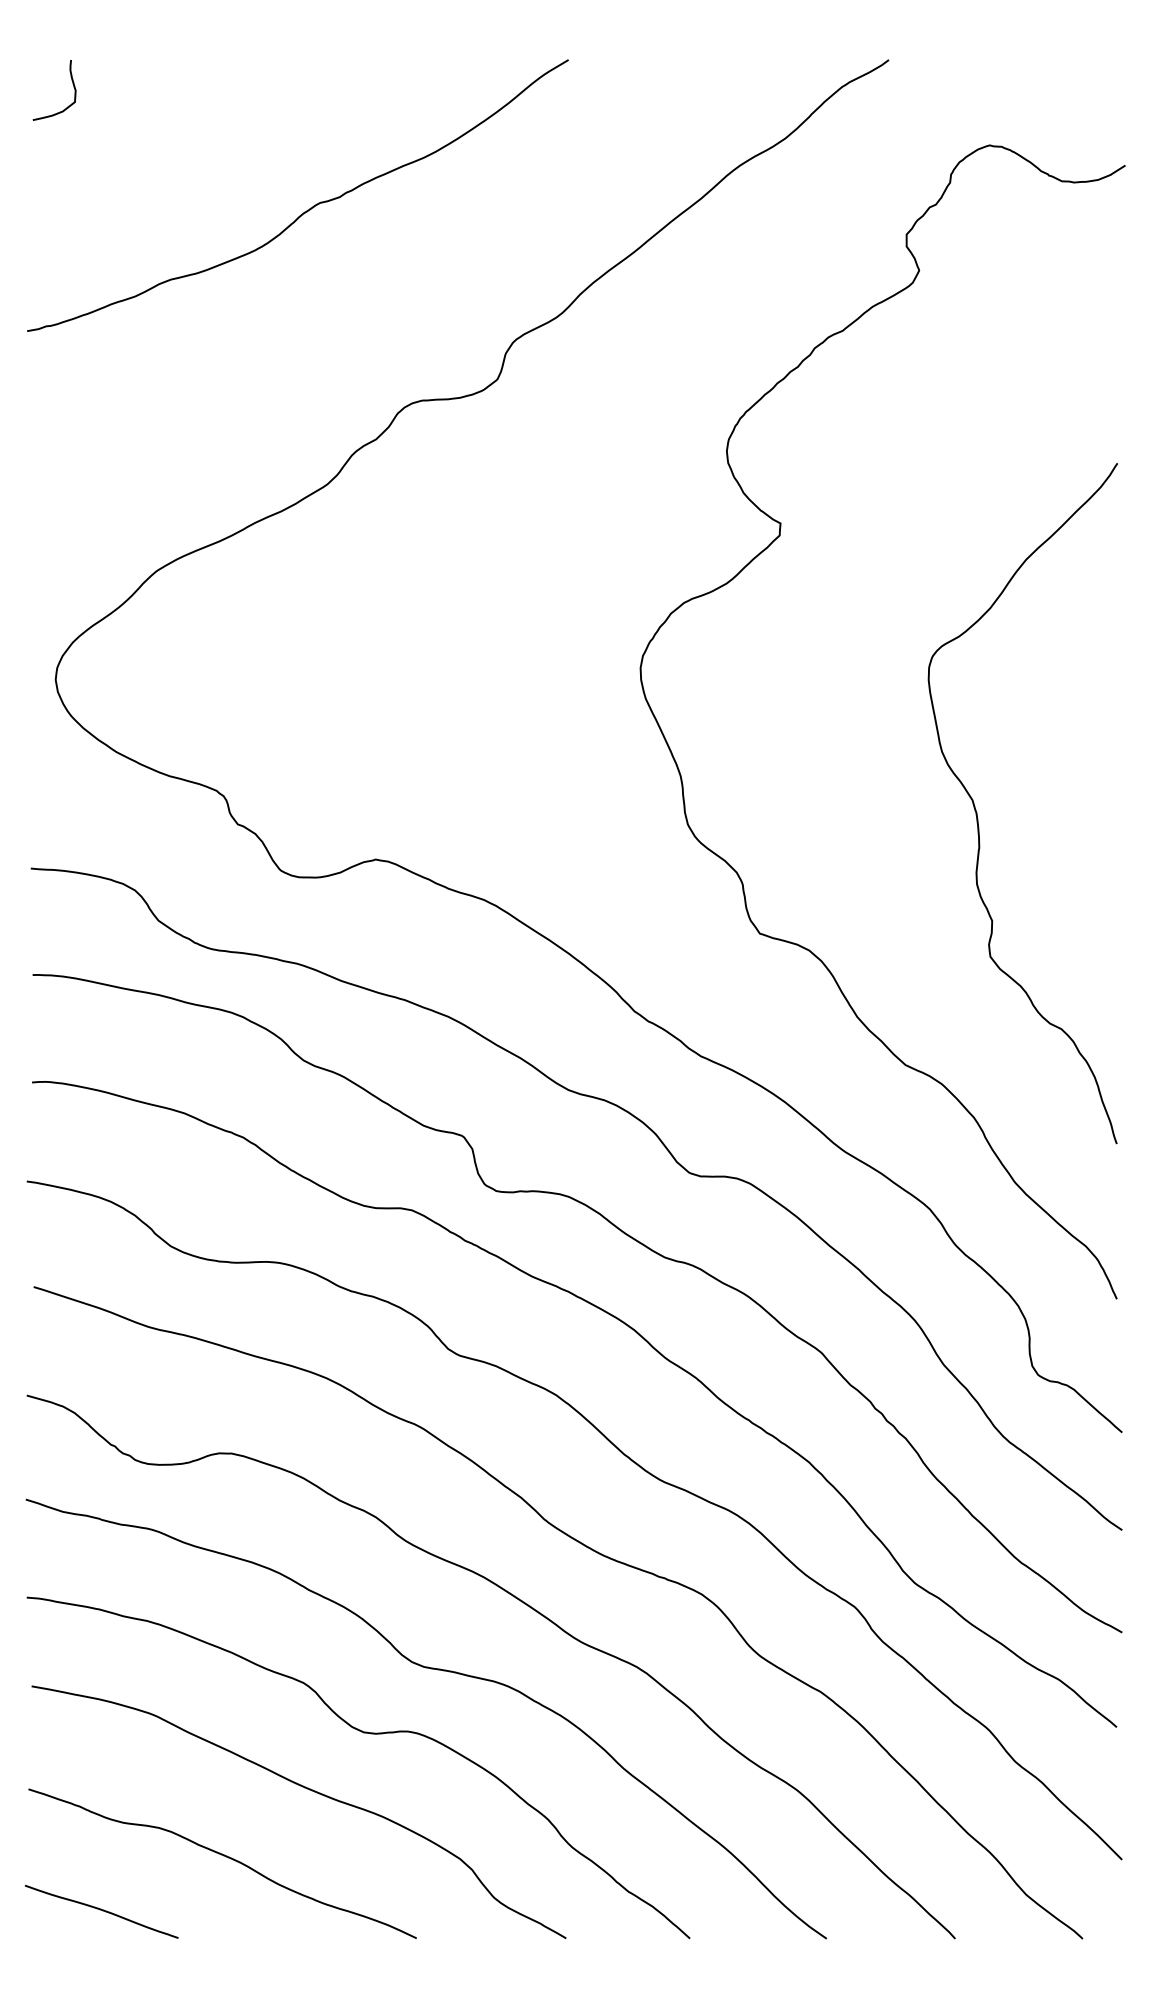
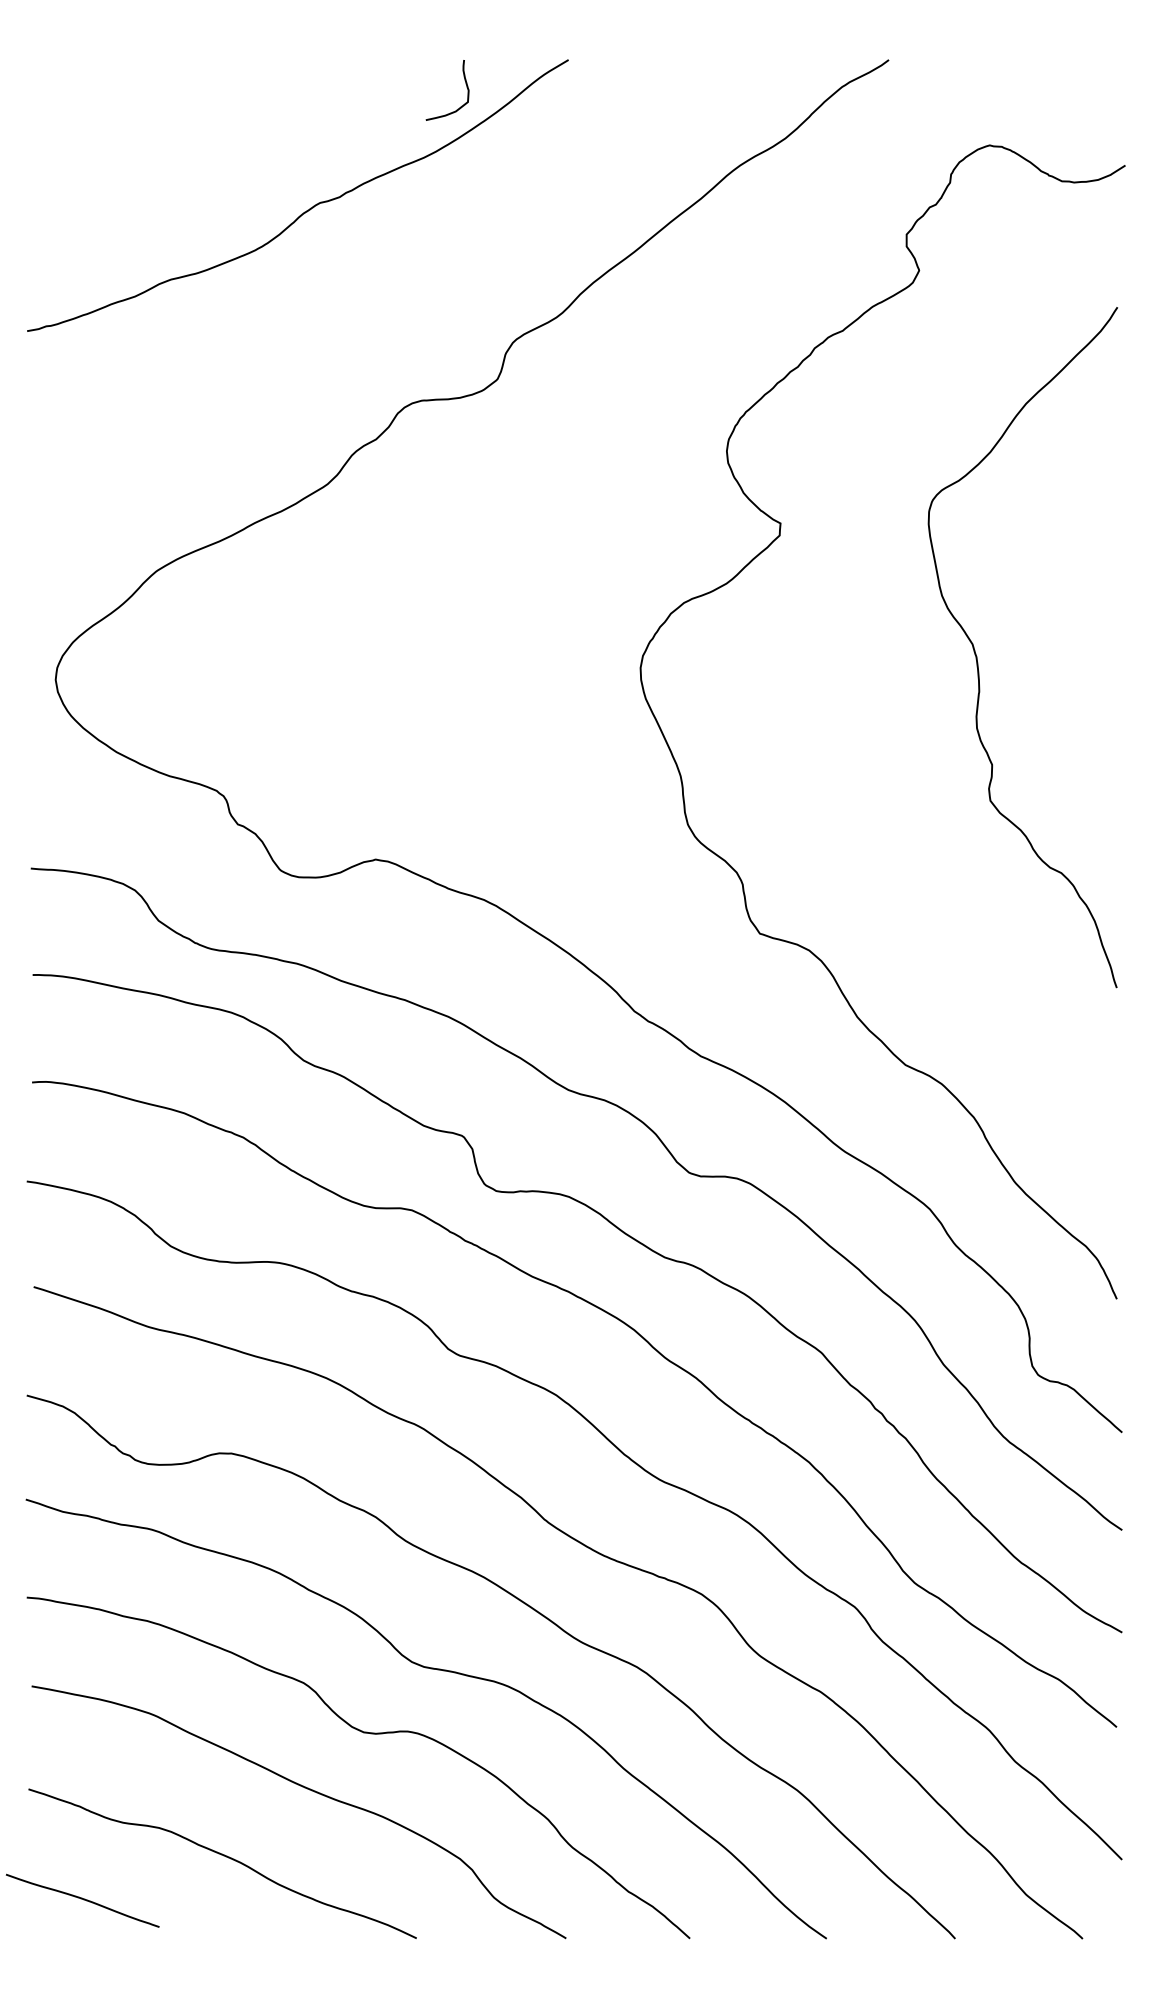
curve at (72, 84) position: (72, 84) -> (465, 84)
curve at (977, 812) position: (977, 812) -> (977, 656)
curve at (101, 1910) position: (101, 1910) -> (82, 1899)
